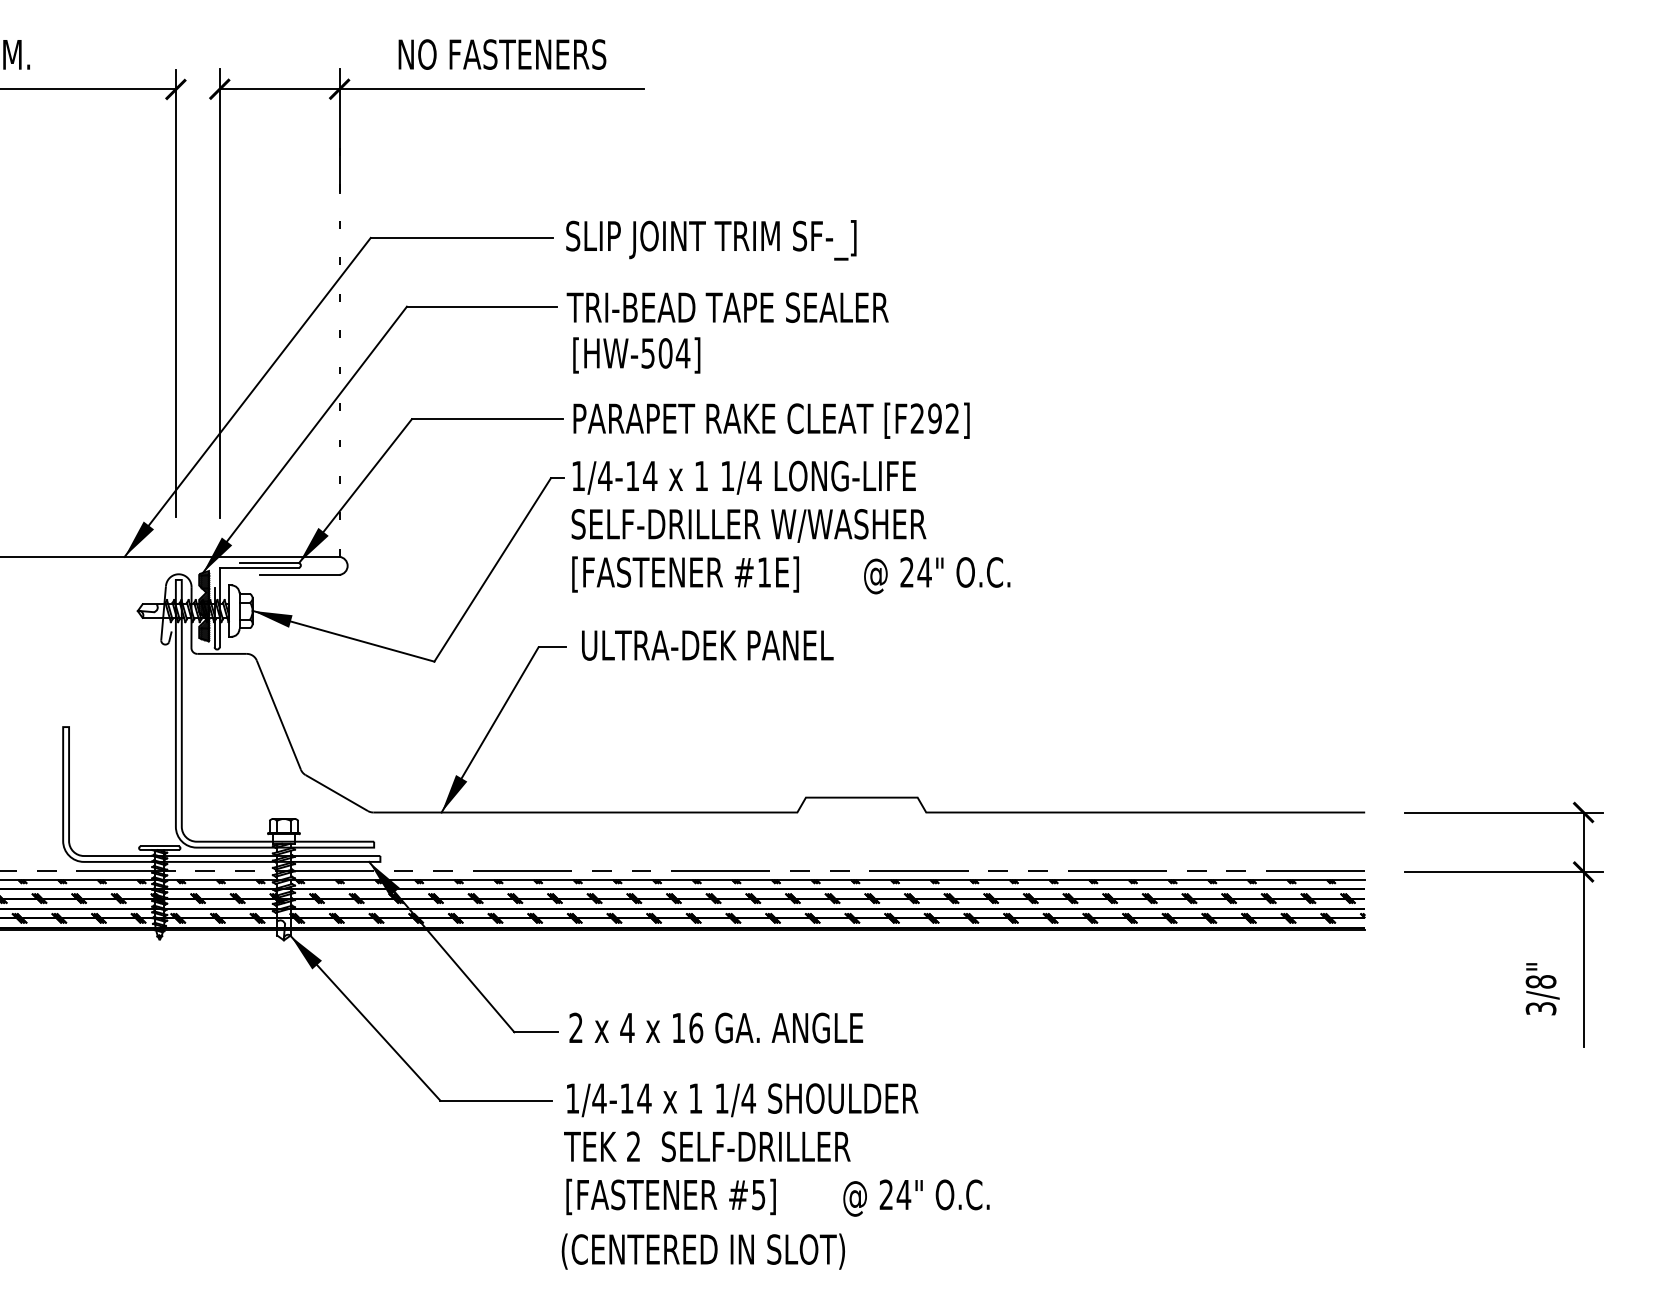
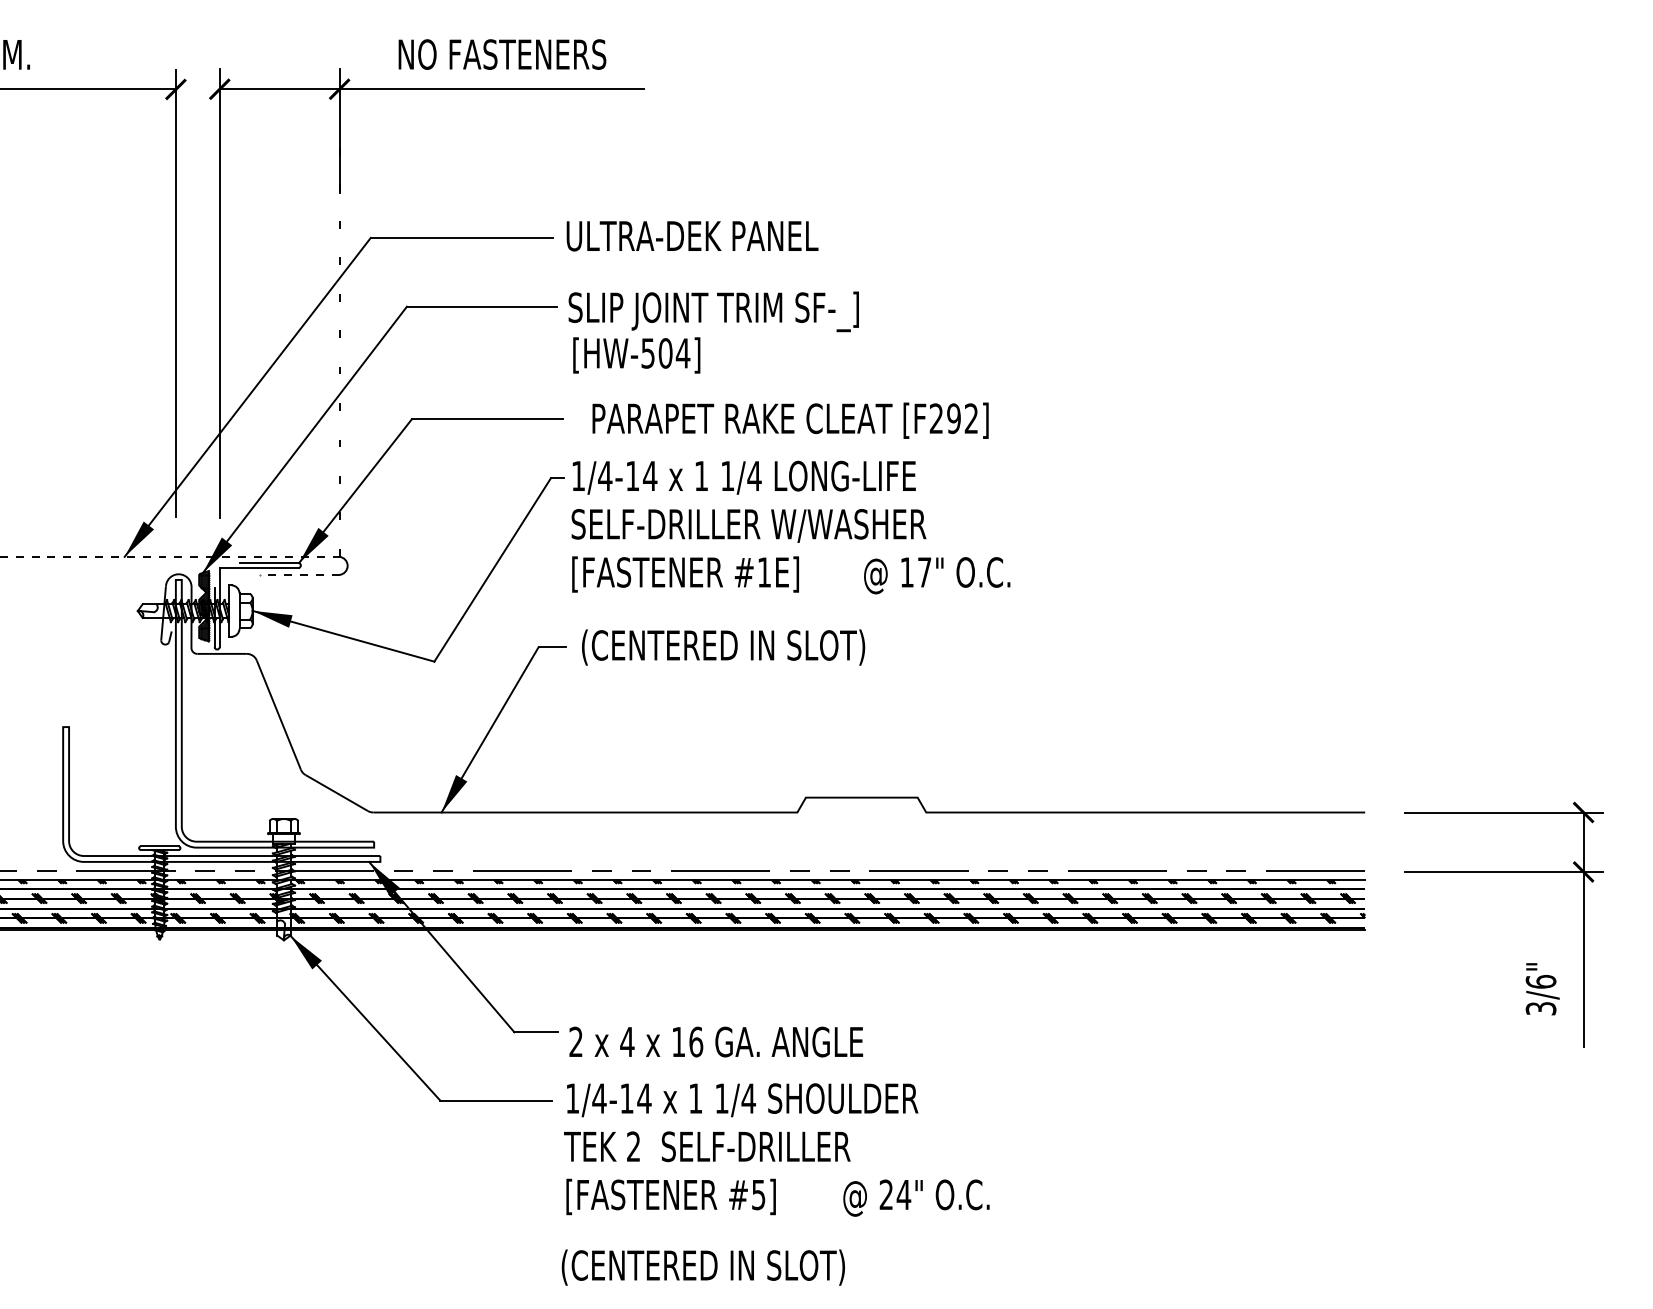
text at (711, 240): SLIP JOINT TRIM SF-_] -> ULTRA-DEK PANEL
text at (727, 311): TRI-BEAD TAPE SEALER -> SLIP JOINT TRIM SF-_]
text at (771, 420) position: (771, 420) -> (790, 420)
line at (170, 556): solid -> dashed
text at (915, 572): 24" -> 17"
line at (299, 574): solid -> dashed
text at (723, 647): ULTRA-DEK PANEL -> (CENTERED IN SLOT)
text at (1540, 981): 3/8" -> 3/6"
text at (716, 1027) position: (716, 1027) -> (716, 1041)
text at (702, 1251) position: (702, 1251) -> (702, 1267)
